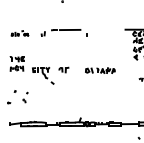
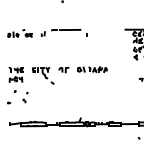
part at (19, 33) size: 20x7 px -> 26x9 px
part at (16, 63) position: (16, 63) -> (15, 74)
part at (100, 70) position: (100, 70) -> (92, 69)
